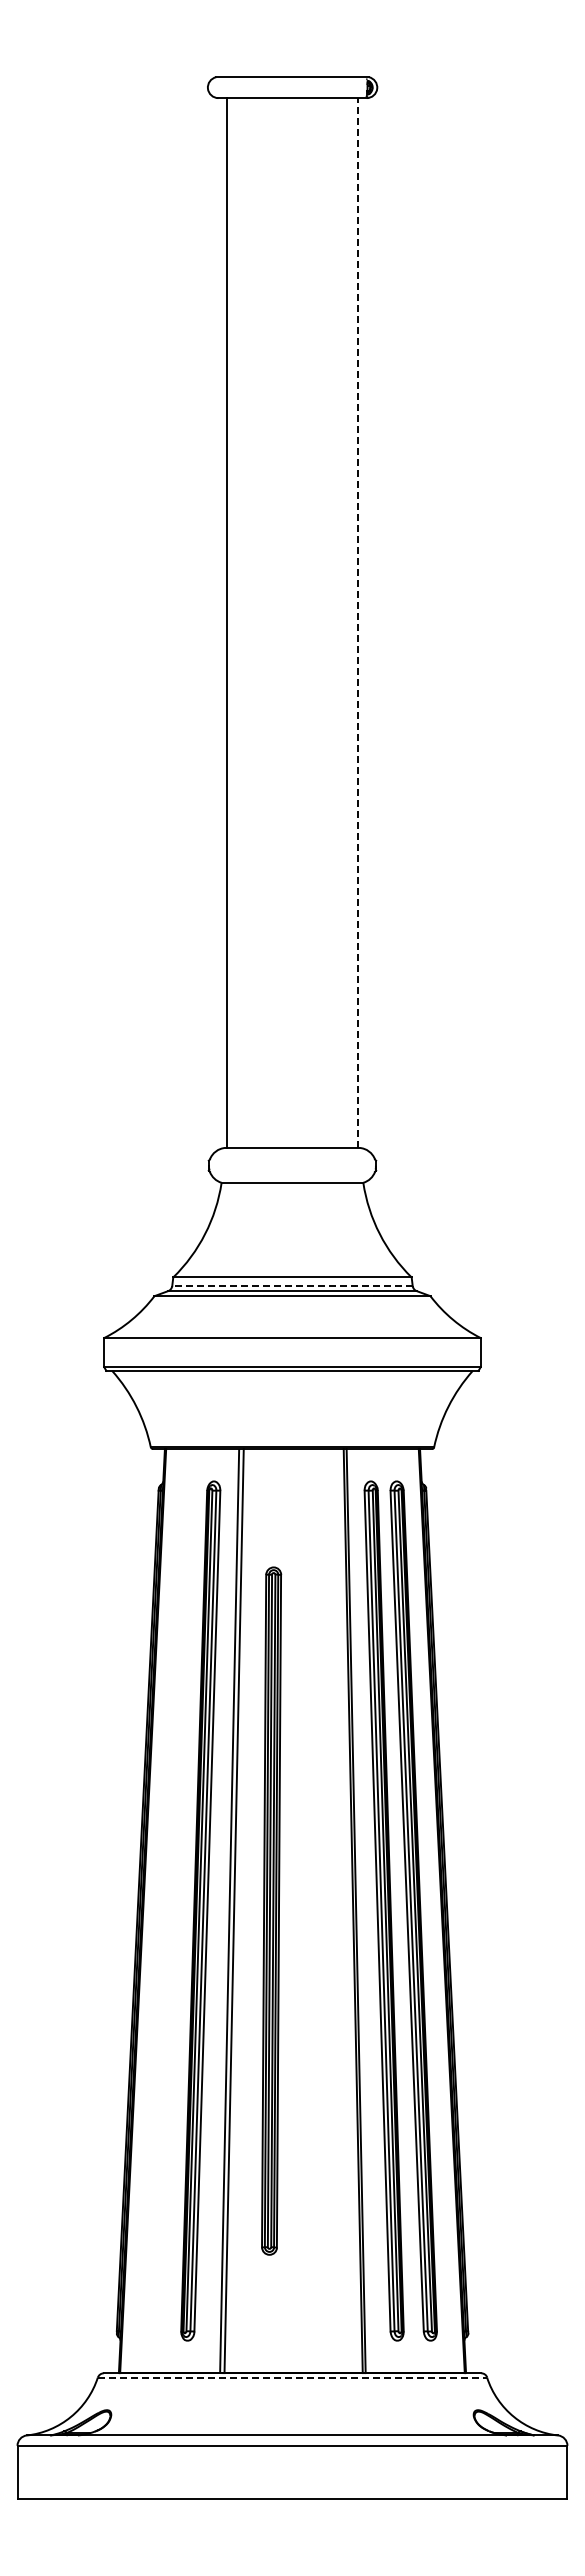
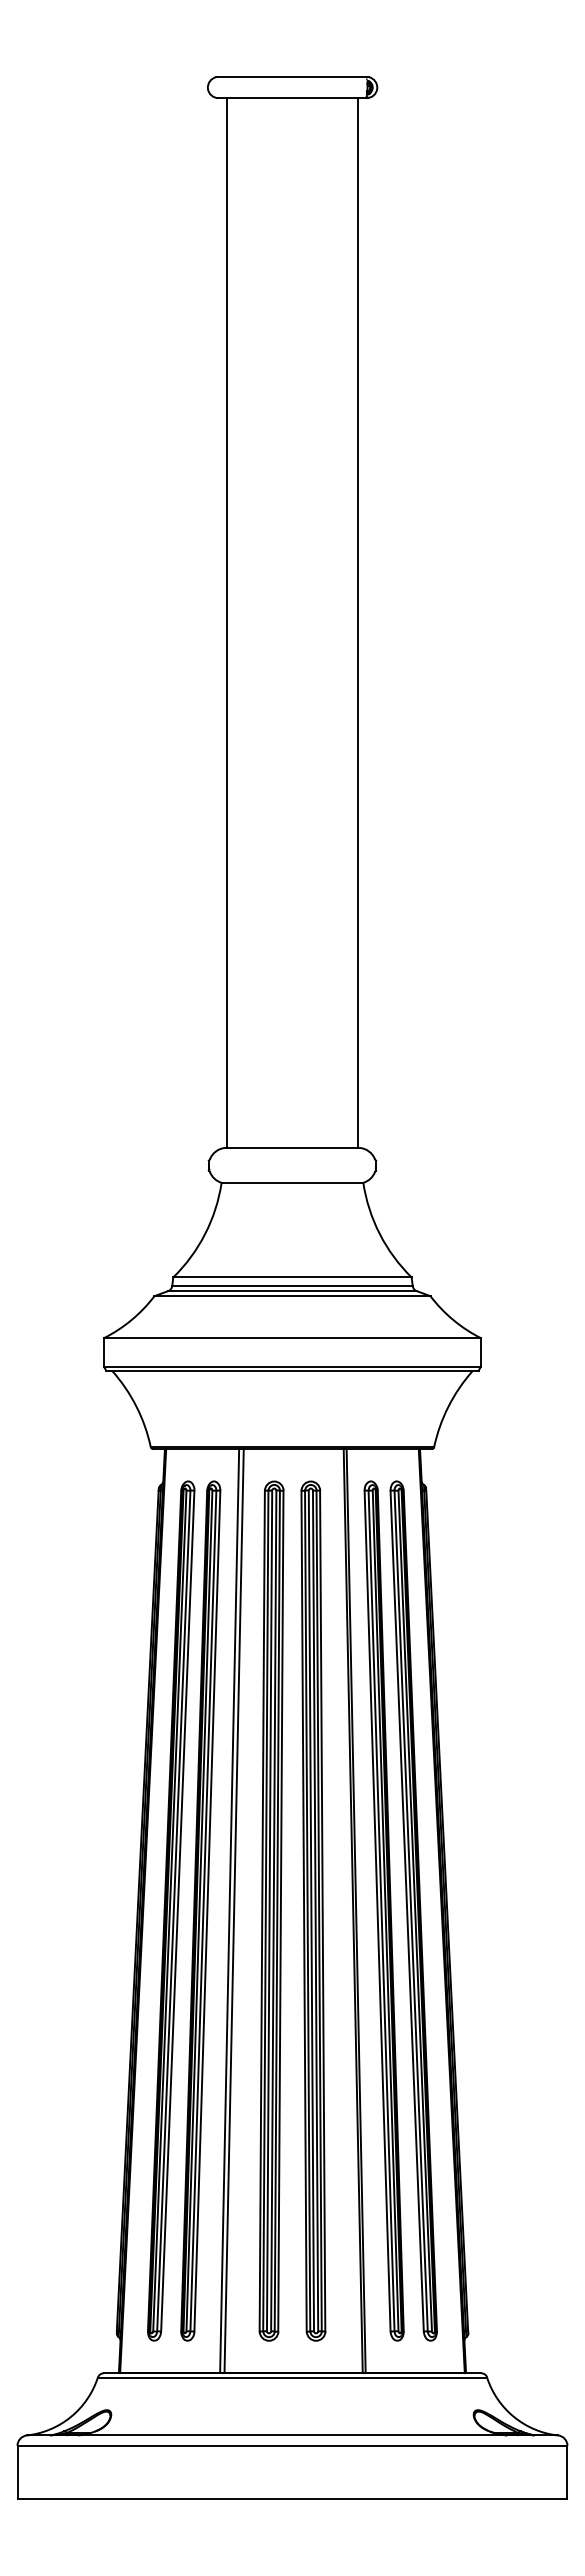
line at (358, 623): dashed -> solid
line at (291, 1286): dashed -> solid
part at (171, 1910): none -> present
part at (271, 1910) size: 22x690 px -> 27x862 px
part at (313, 1910): none -> present
line at (292, 2377): dashed -> solid
